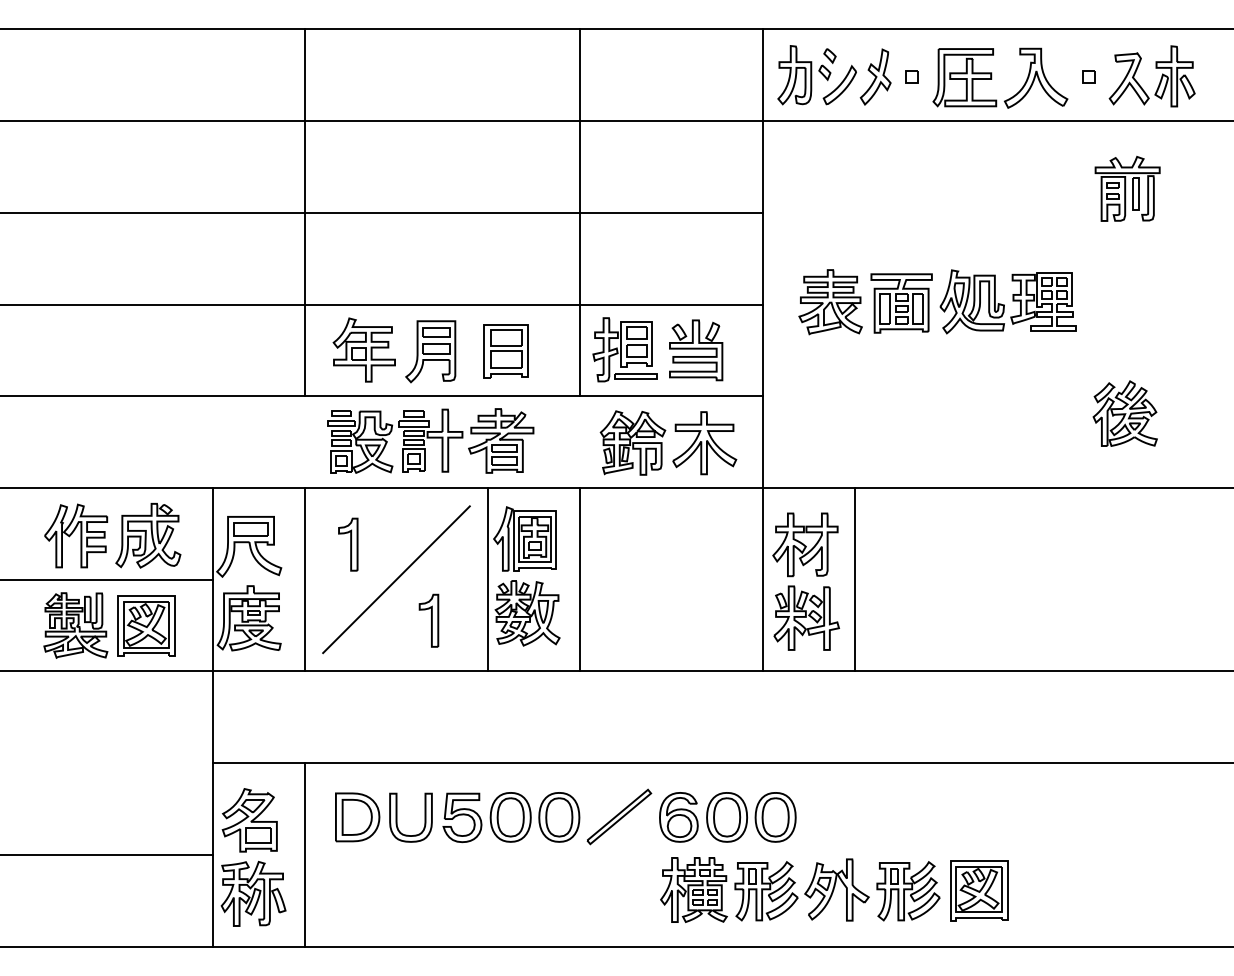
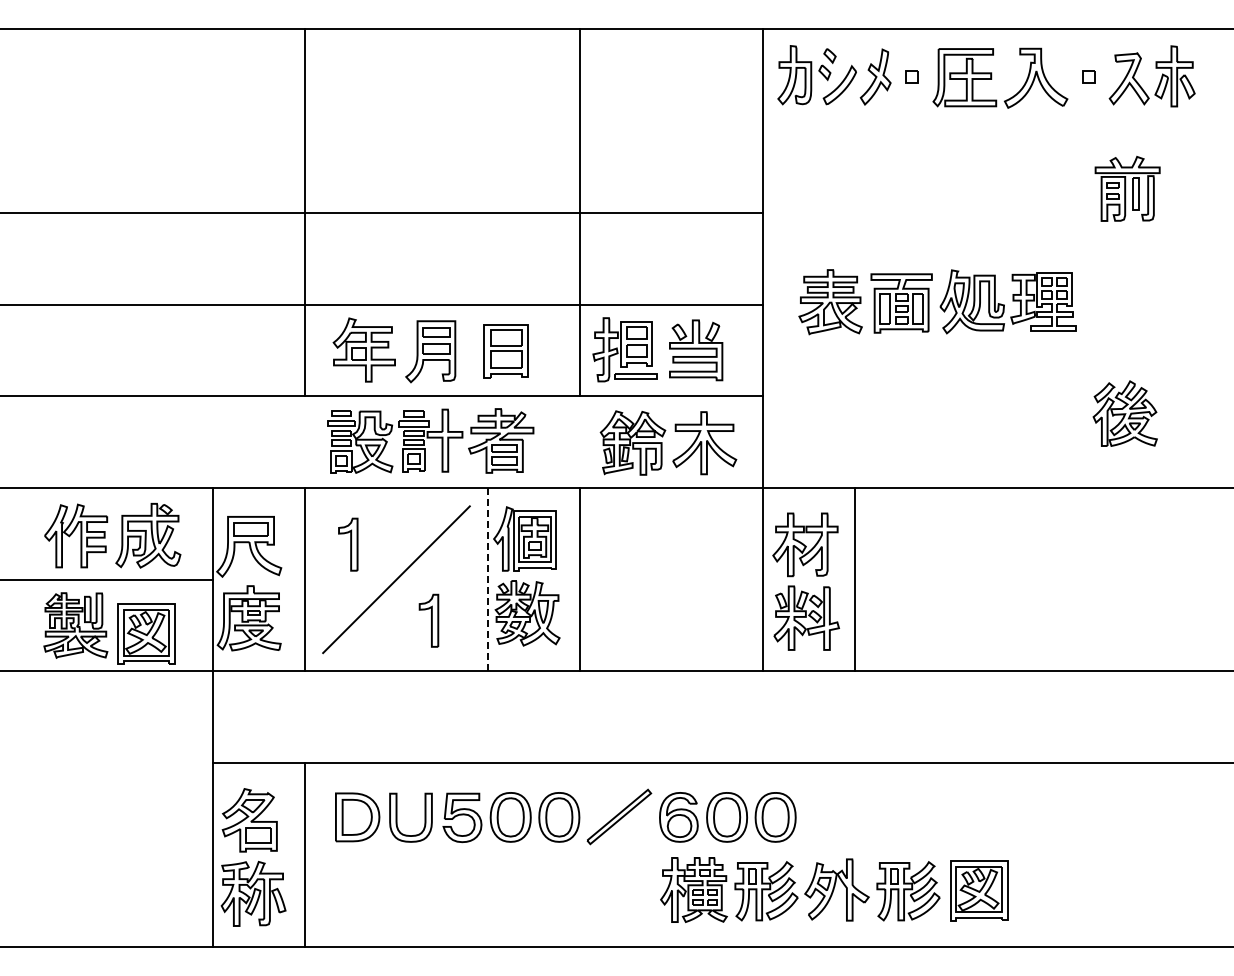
line at (616, 121): present -> none
line at (488, 579): solid -> dashed
part at (146, 625) position: (146, 625) -> (146, 633)
line at (107, 854): present -> none
